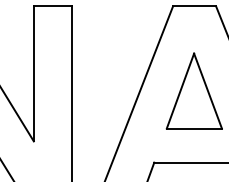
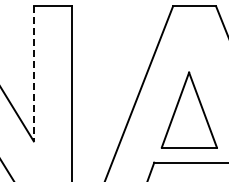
line at (33, 74): solid -> dashed
part at (193, 90) position: (193, 90) -> (188, 109)
